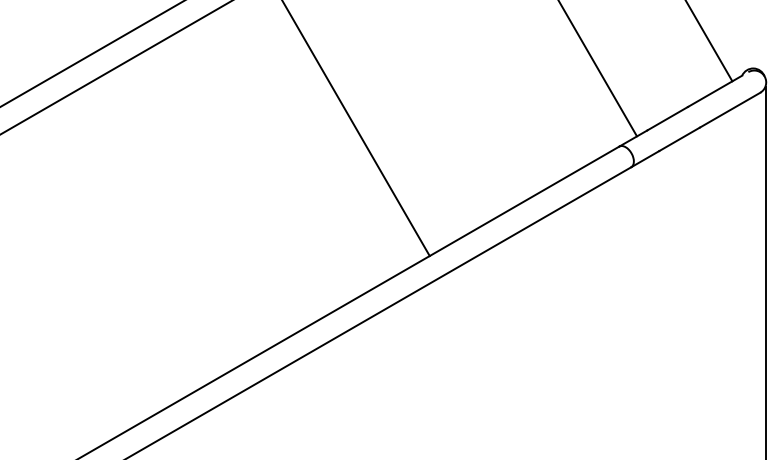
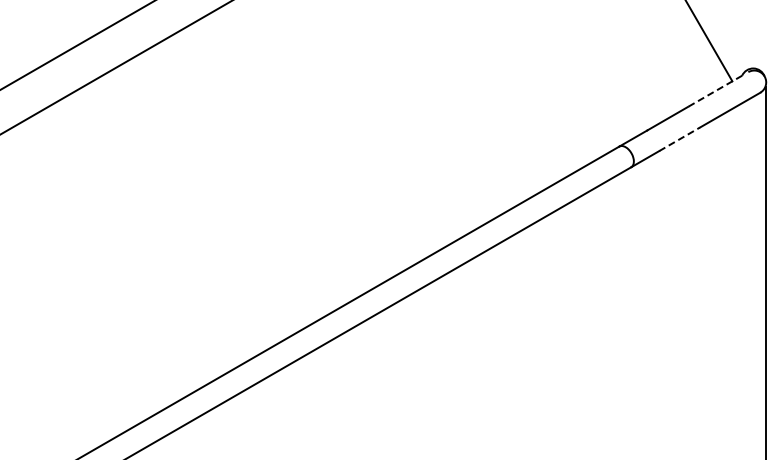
line at (92, 53) position: (92, 53) -> (77, 45)
line at (597, 69): present -> none
line at (714, 91): solid -> dashed
line at (356, 129): present -> none
line at (679, 139): solid -> dashed
